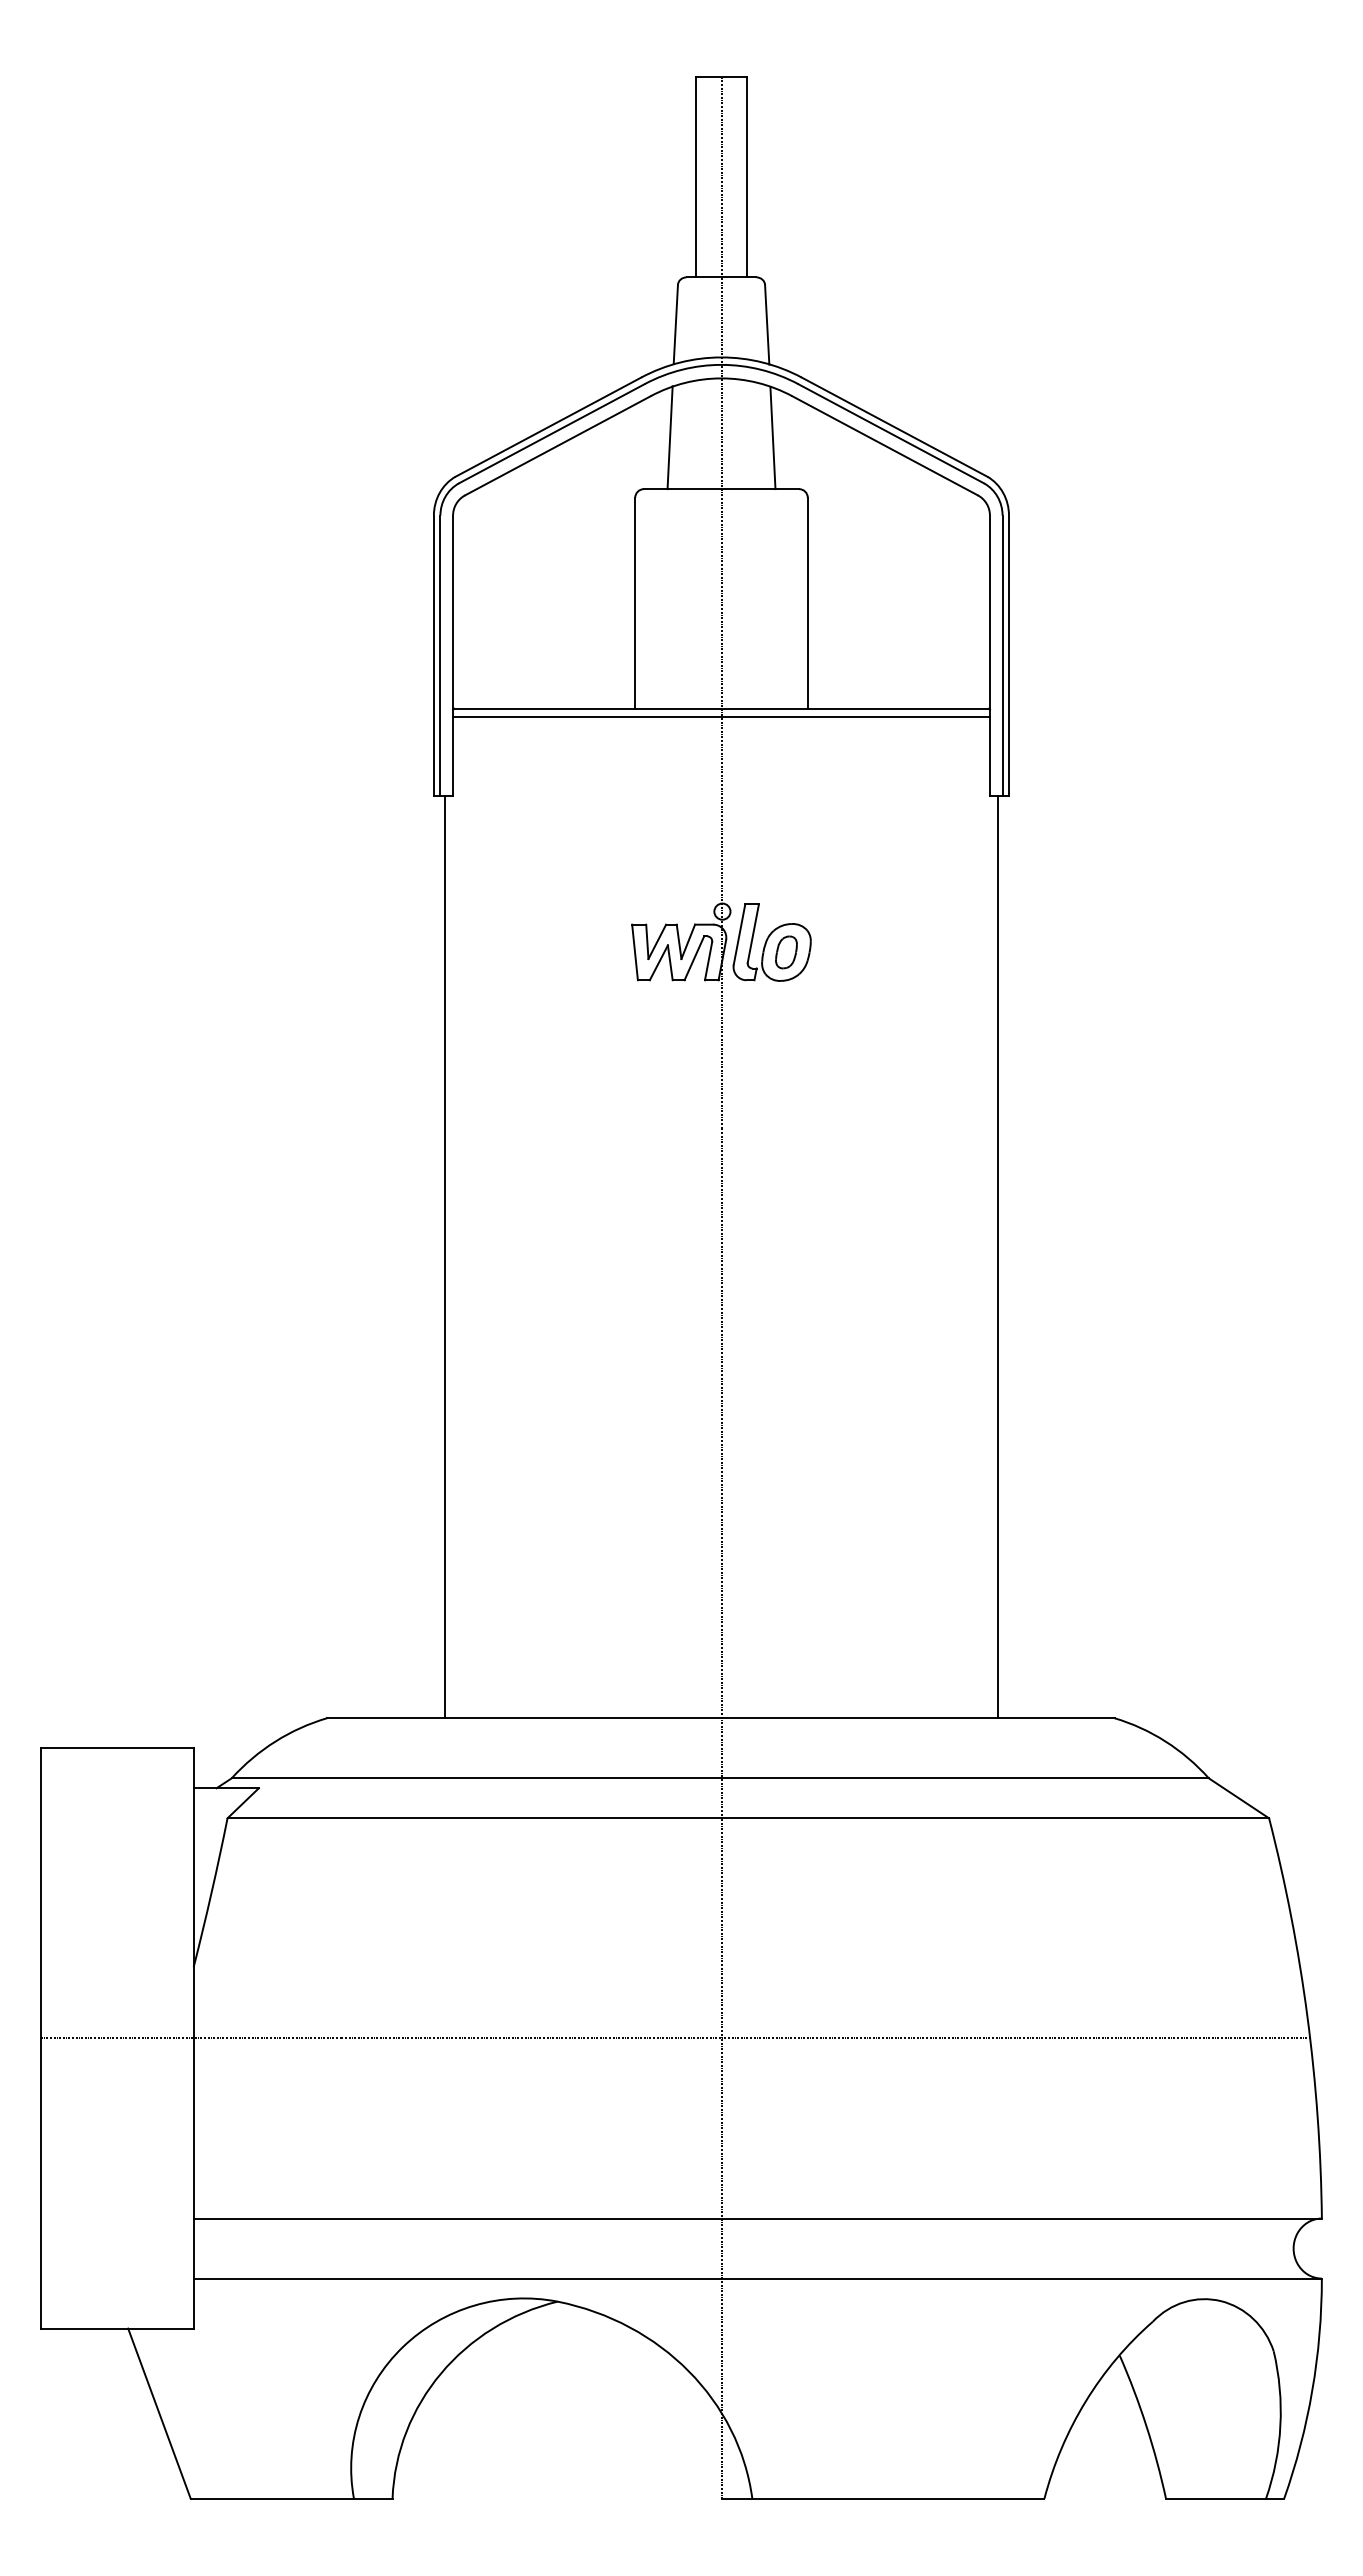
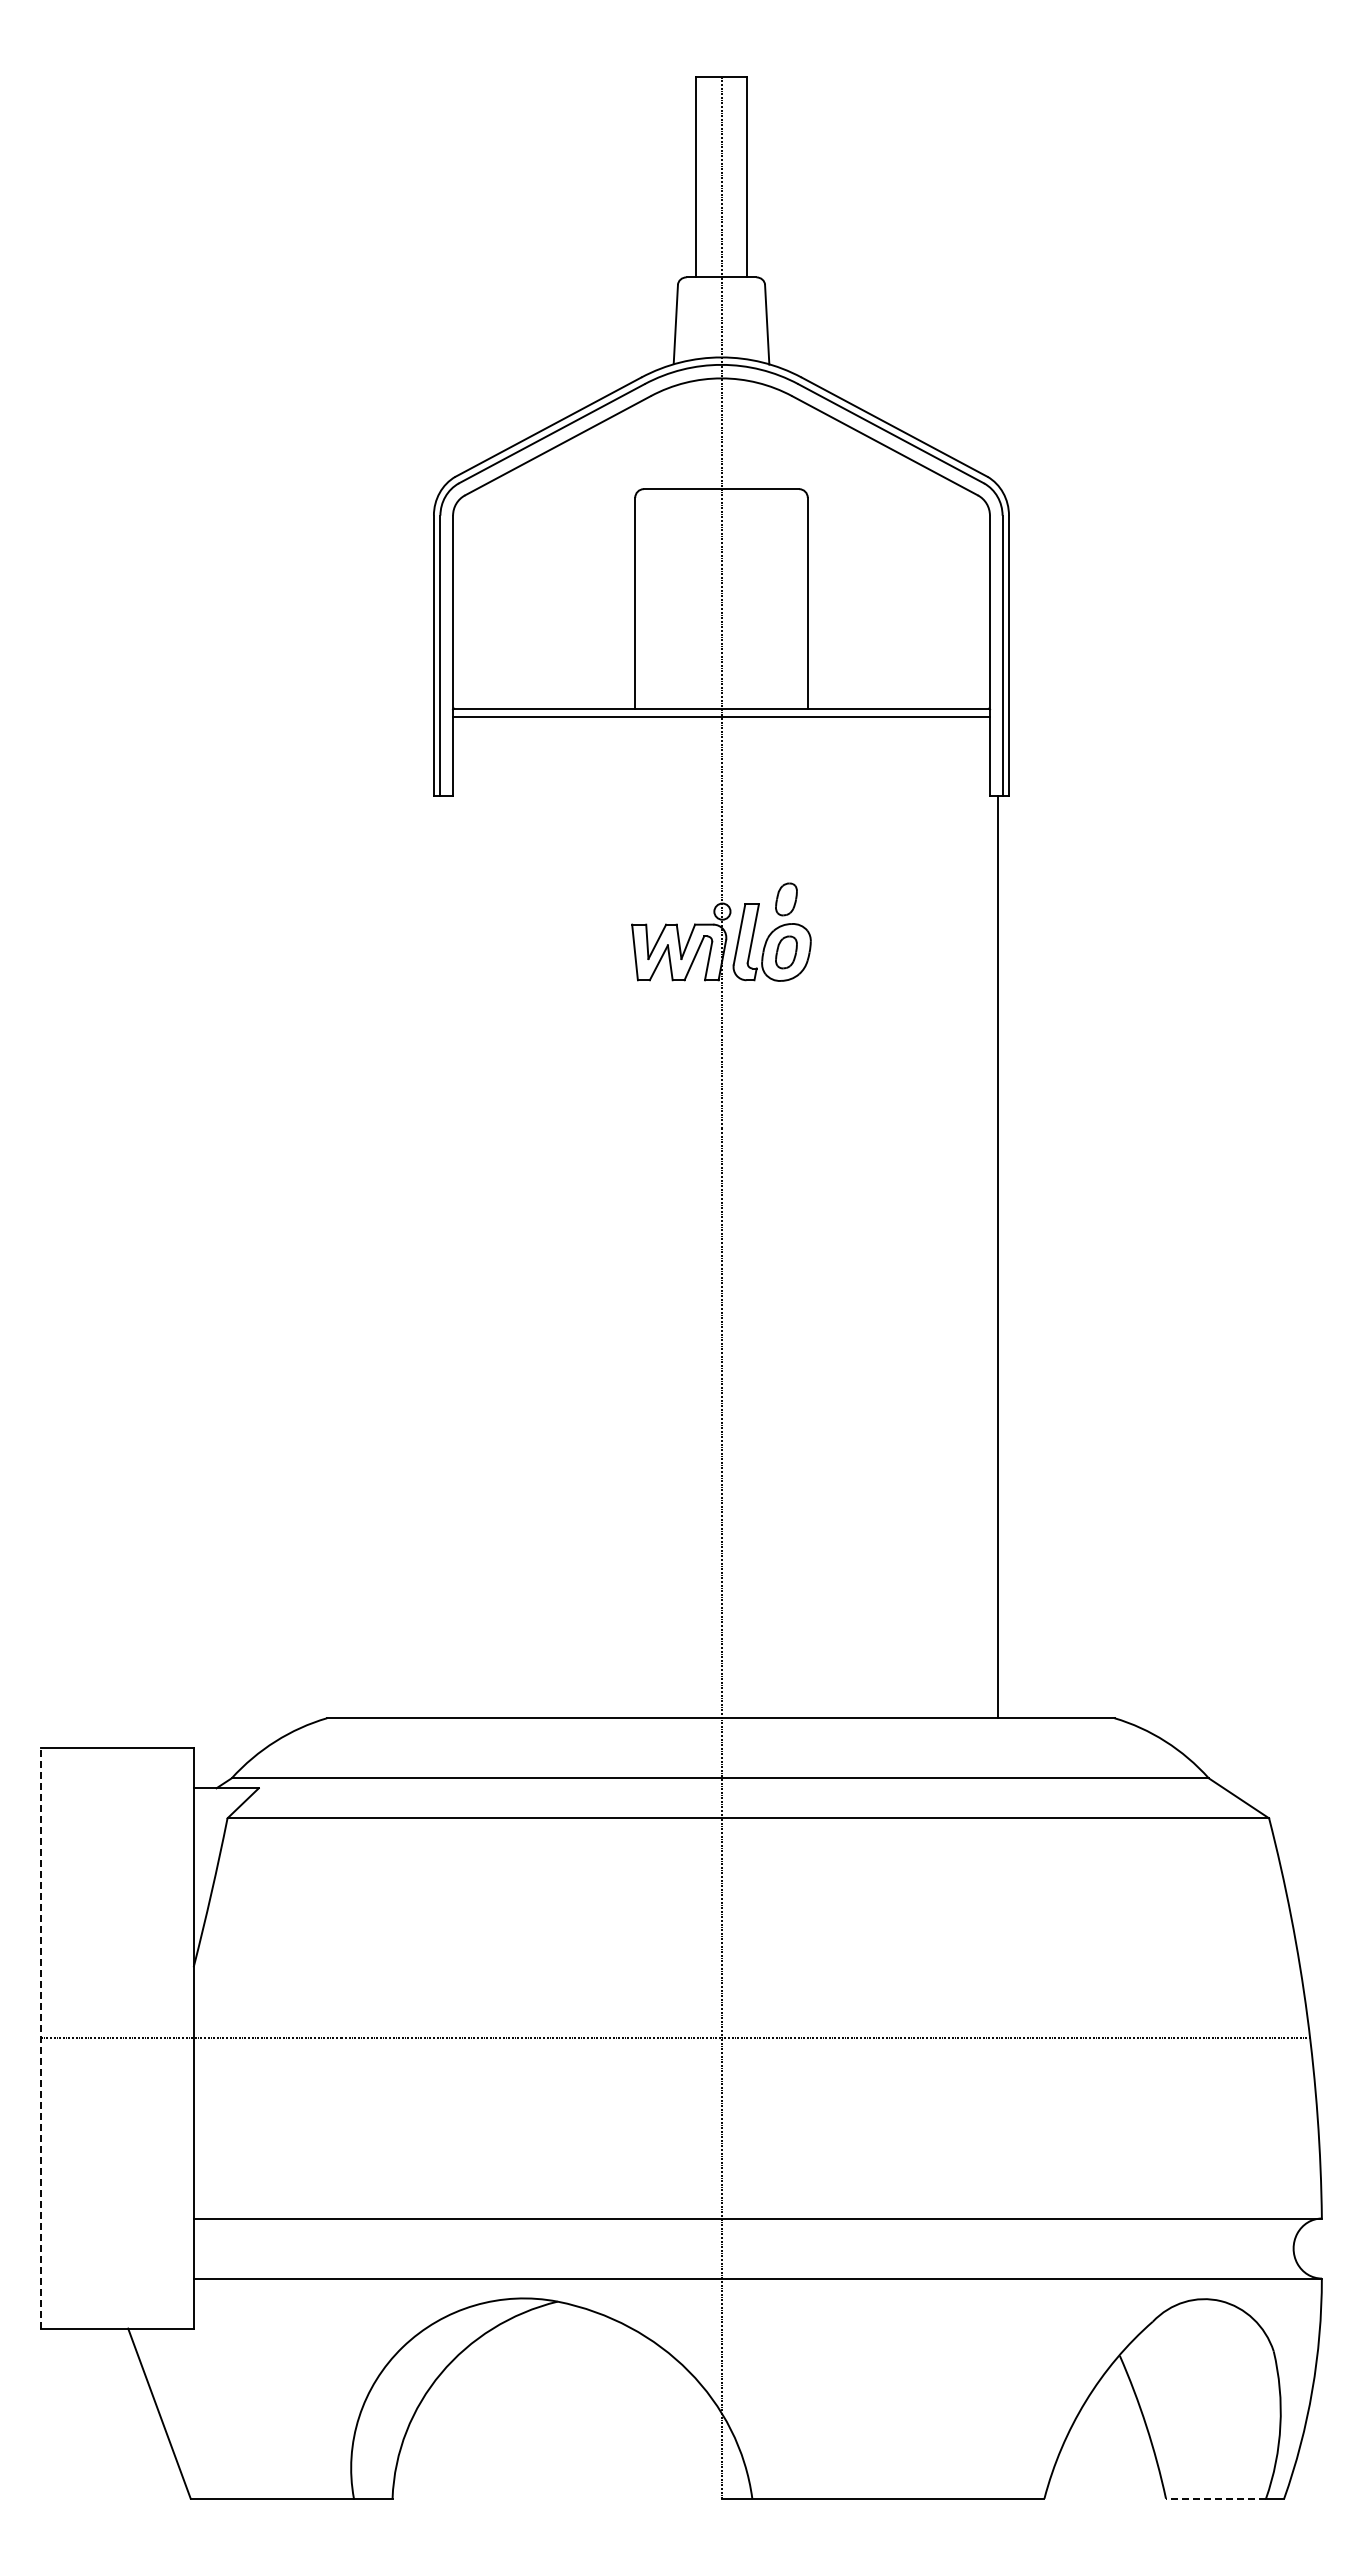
line at (669, 437): present -> none
line at (772, 438): present -> none
part at (786, 899): none -> present
line at (445, 1257): present -> none
line at (41, 2037): solid -> dashed
line at (1216, 2498): solid -> dashed
